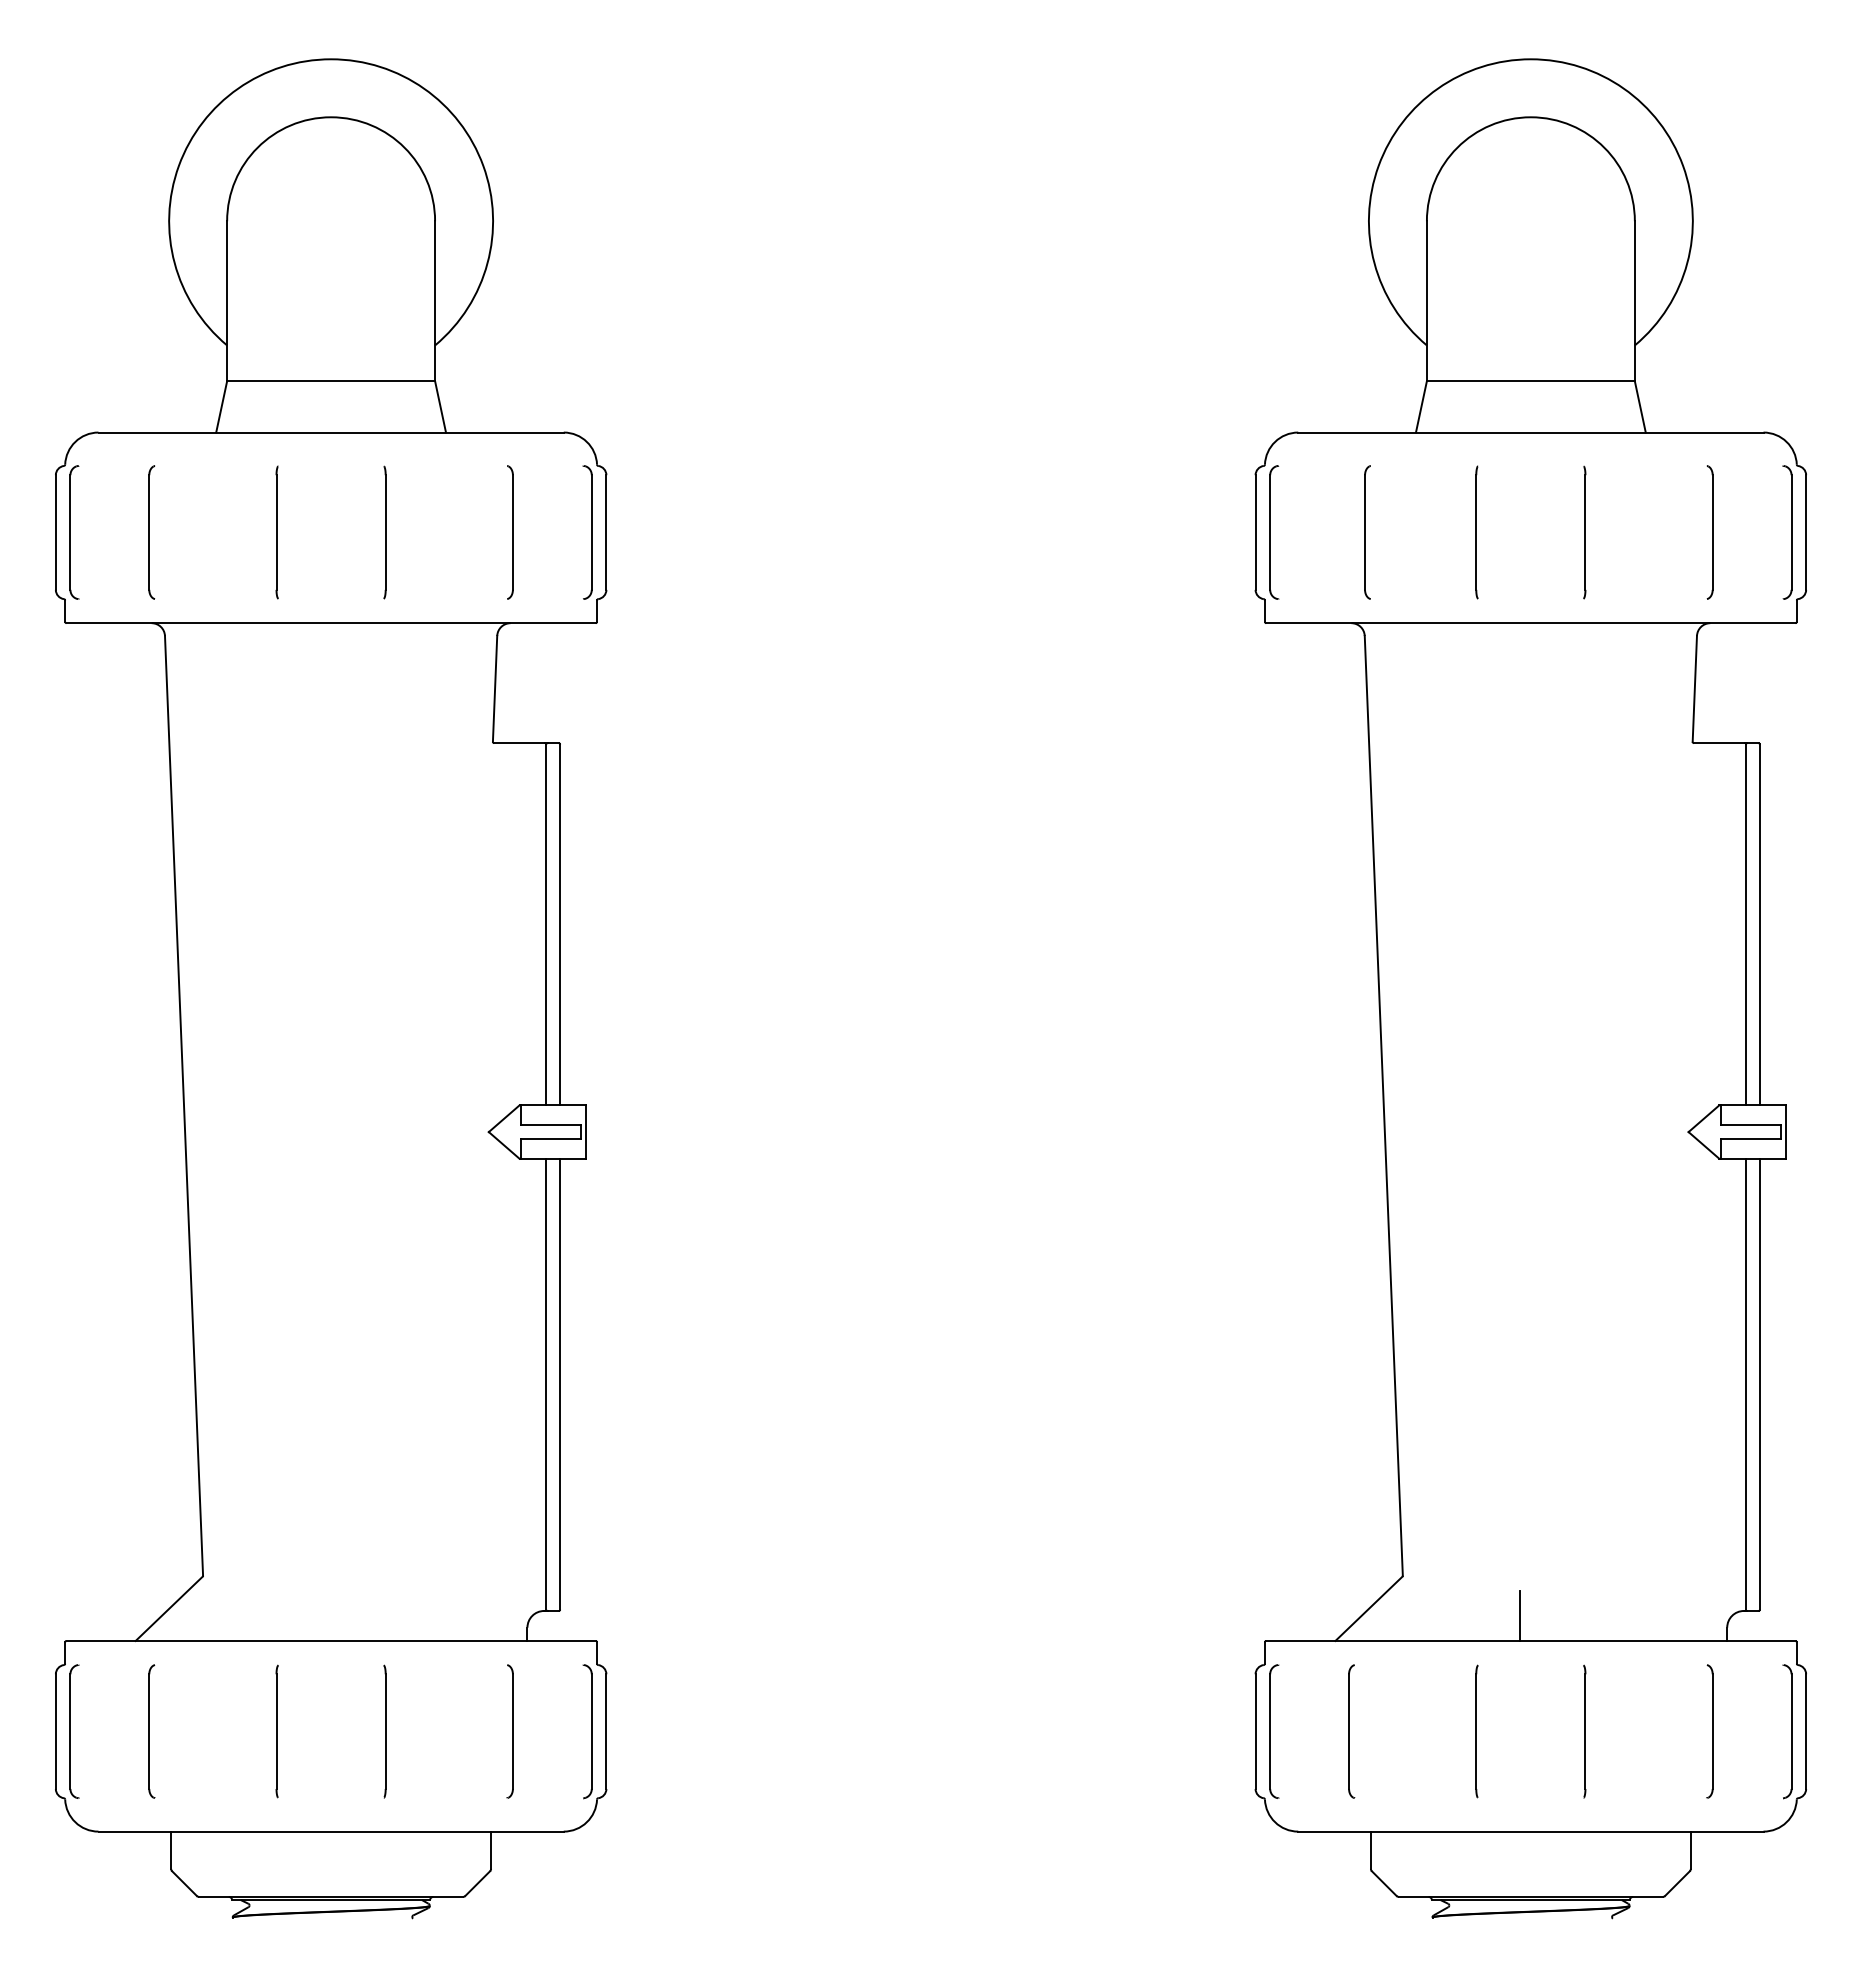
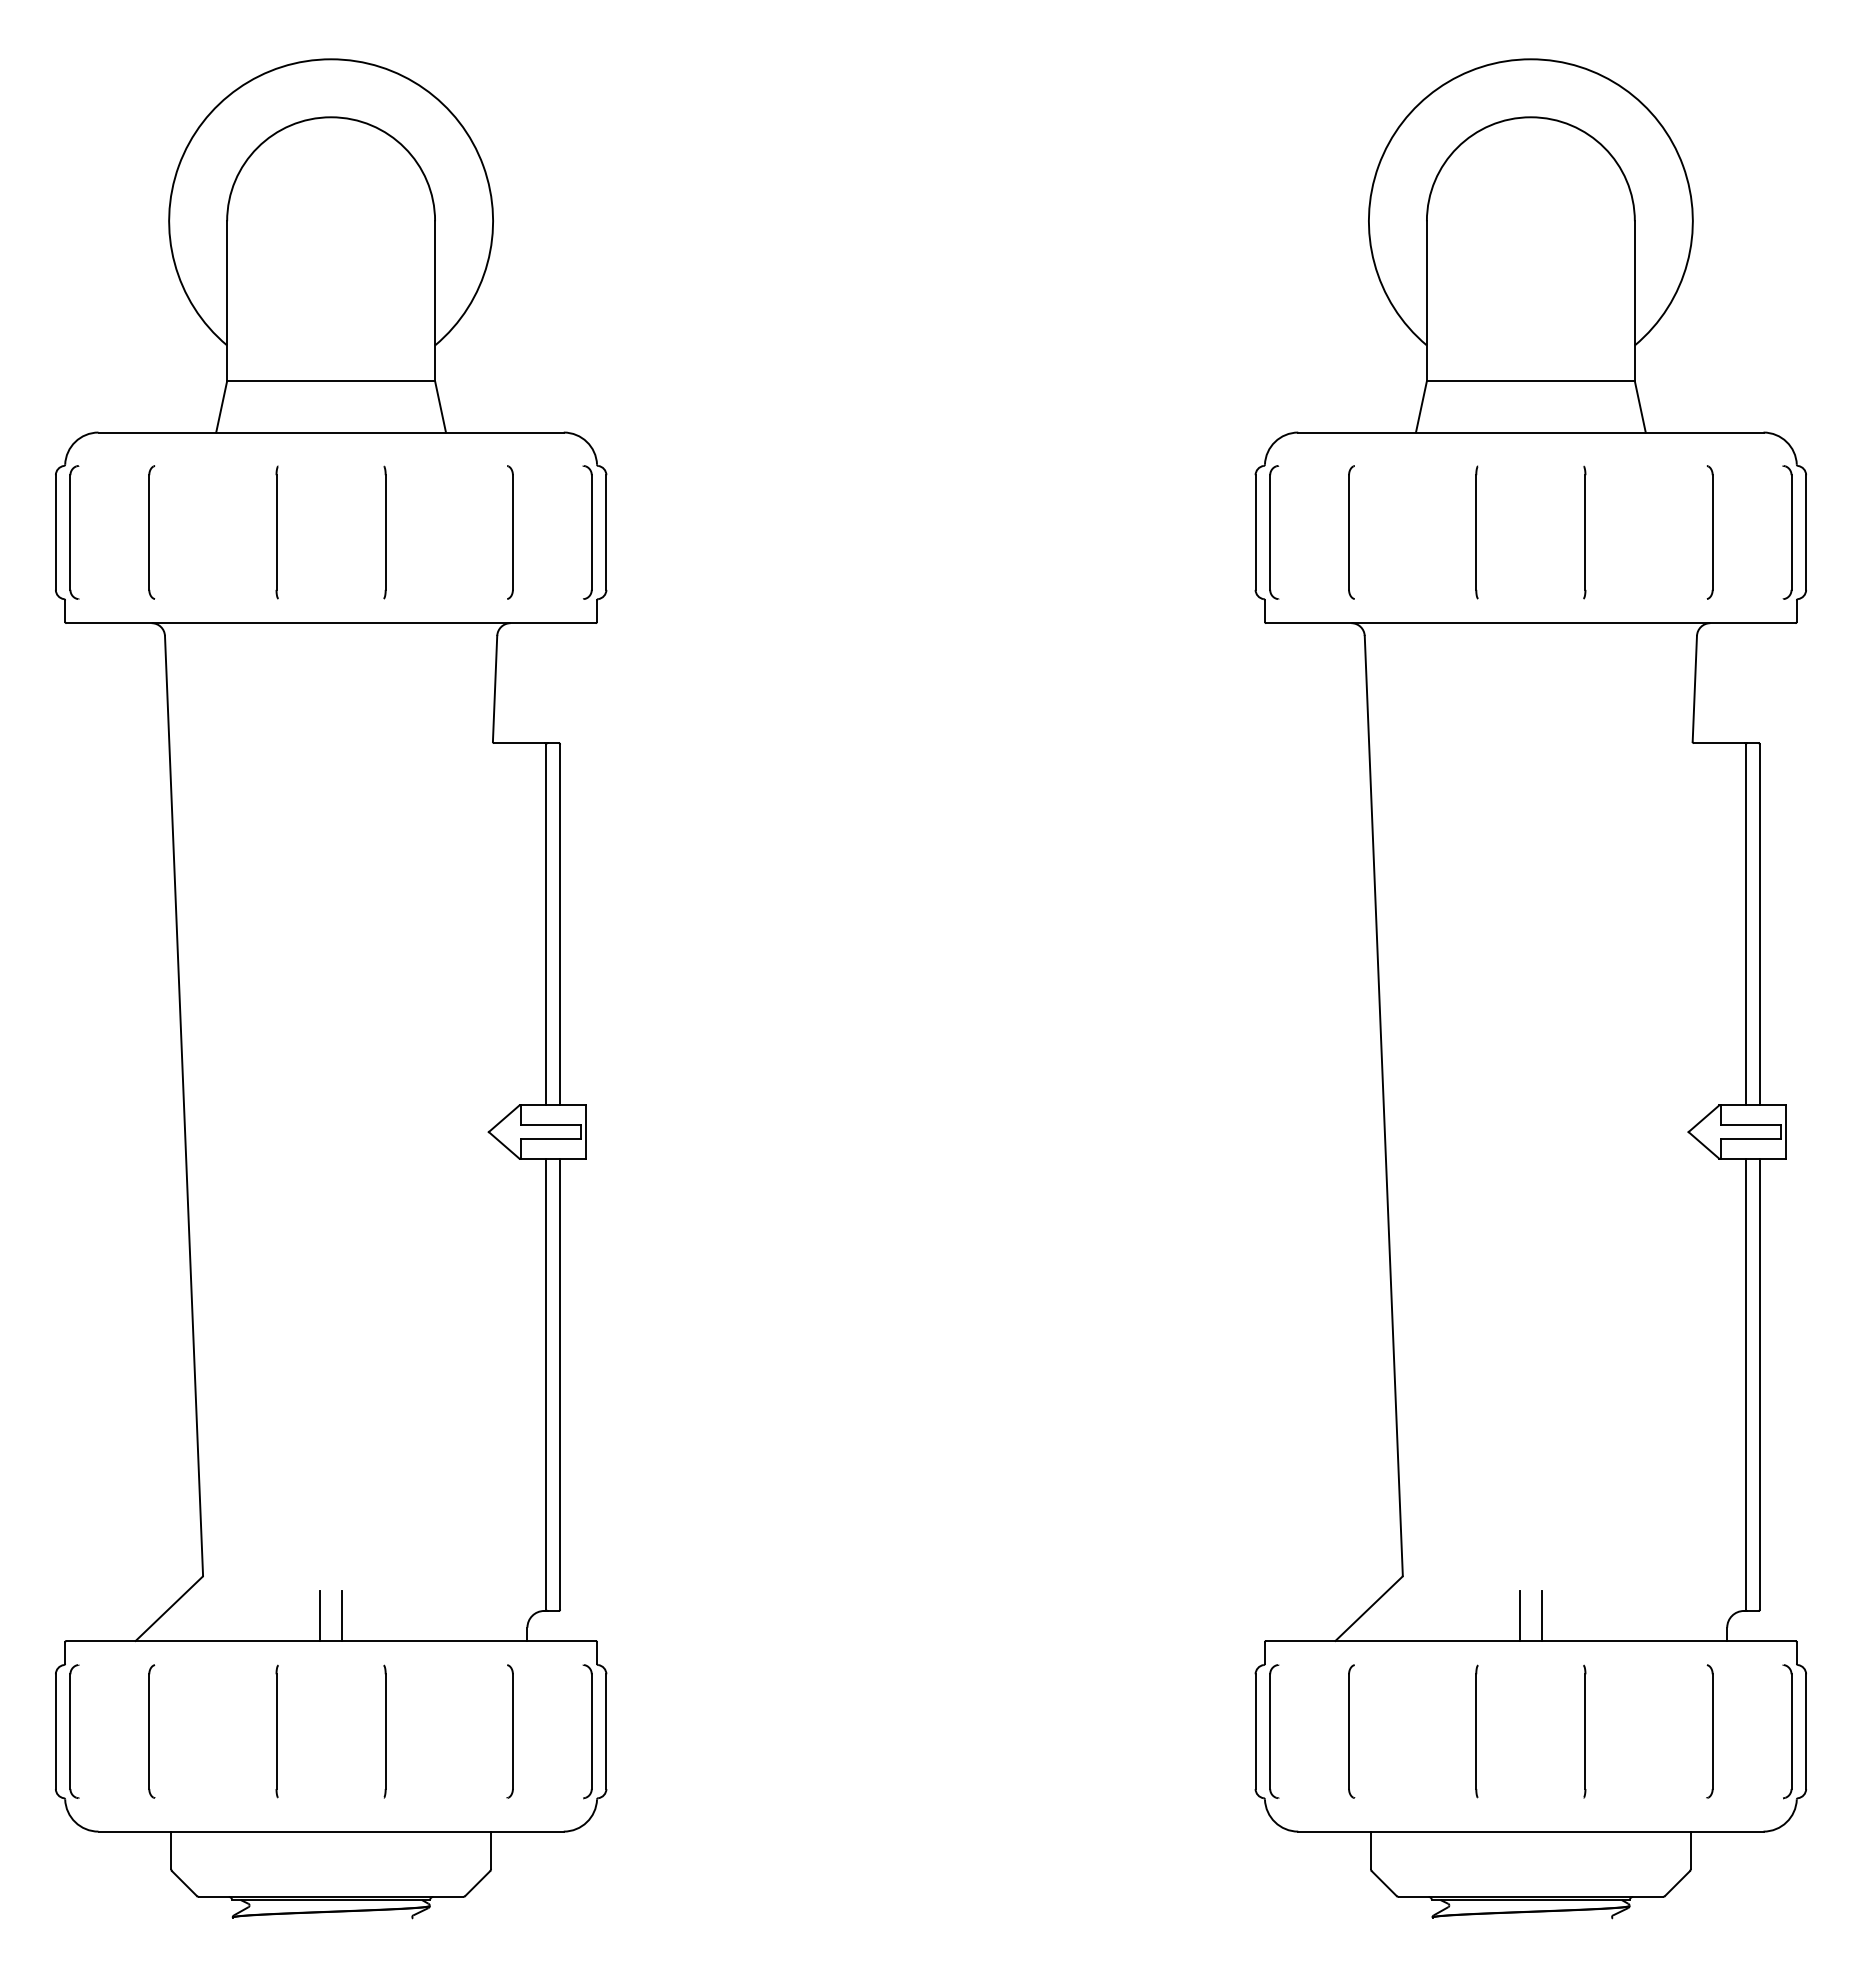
part at (1367, 532) position: (1367, 532) -> (1351, 532)
line at (320, 1615): none -> present
line at (341, 1615): none -> present
line at (1541, 1615): none -> present
